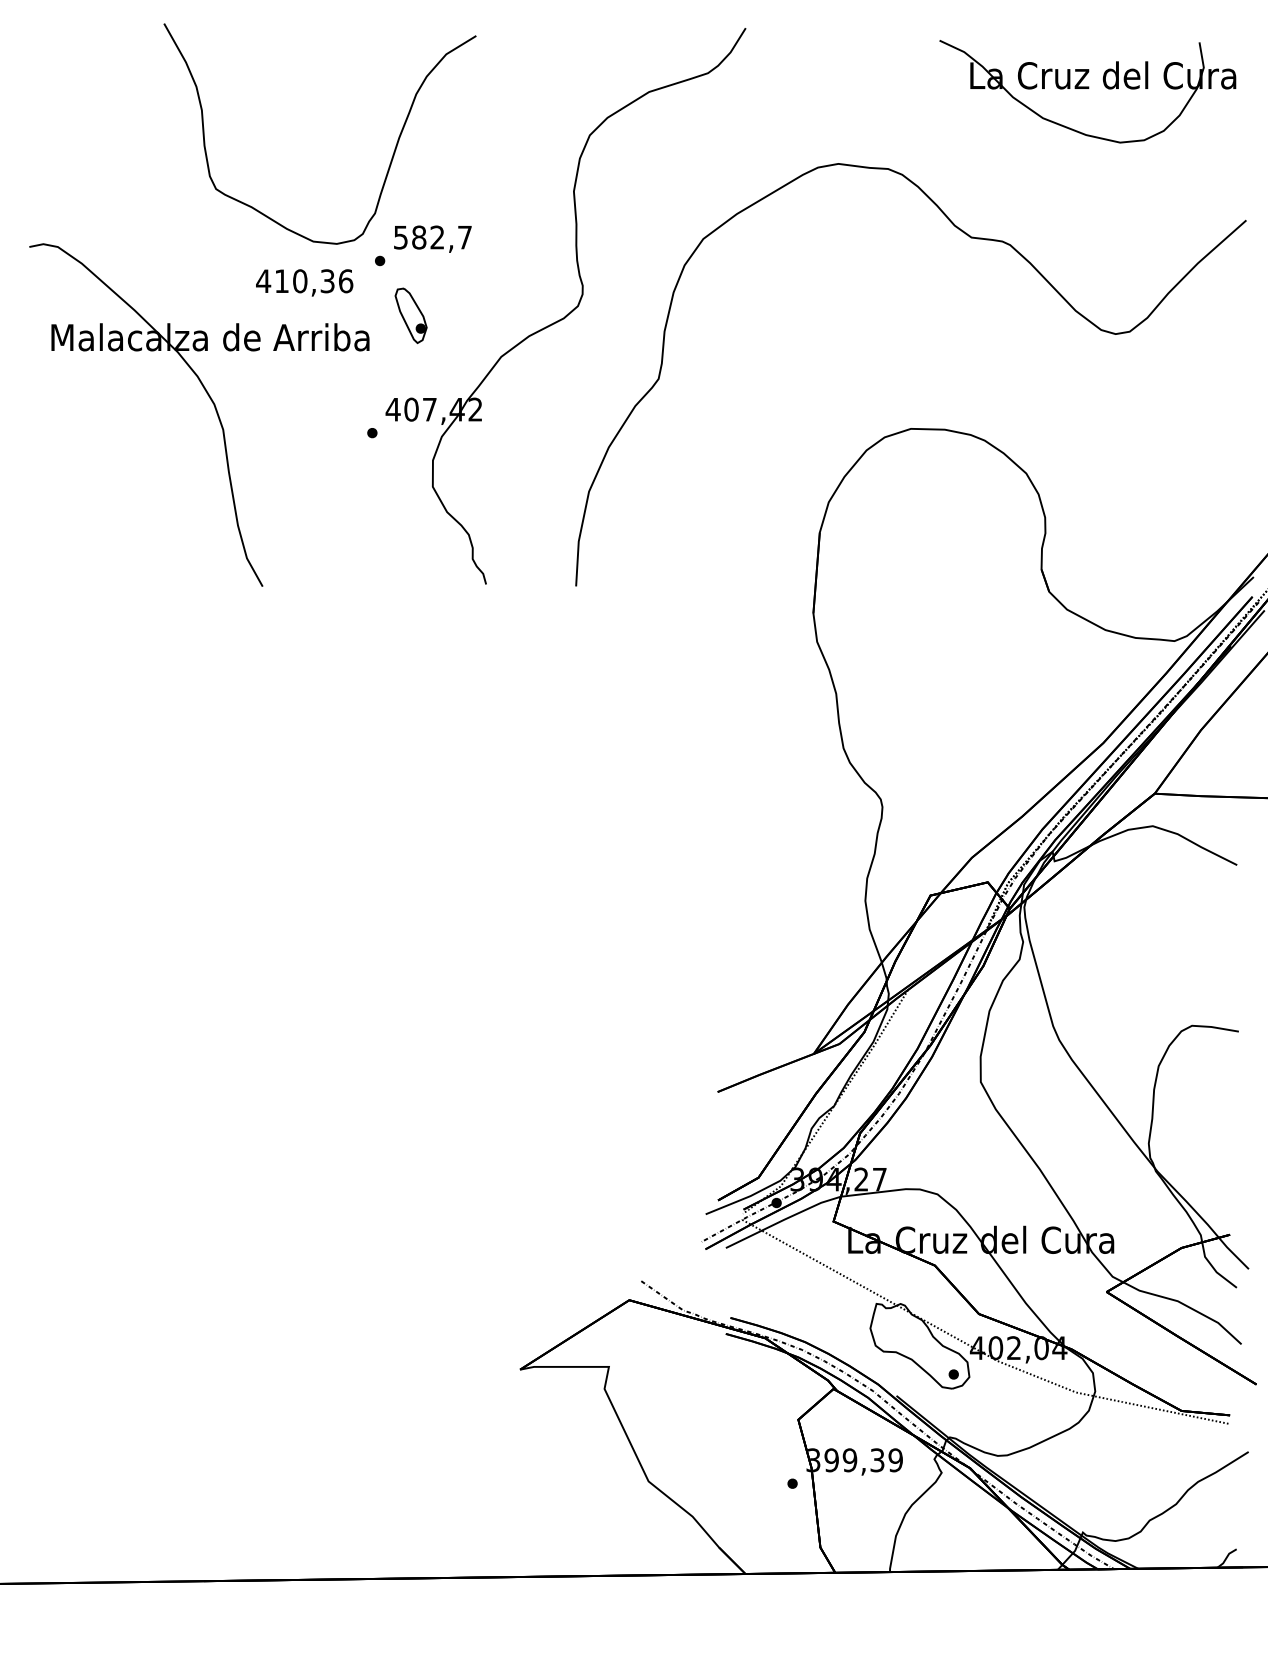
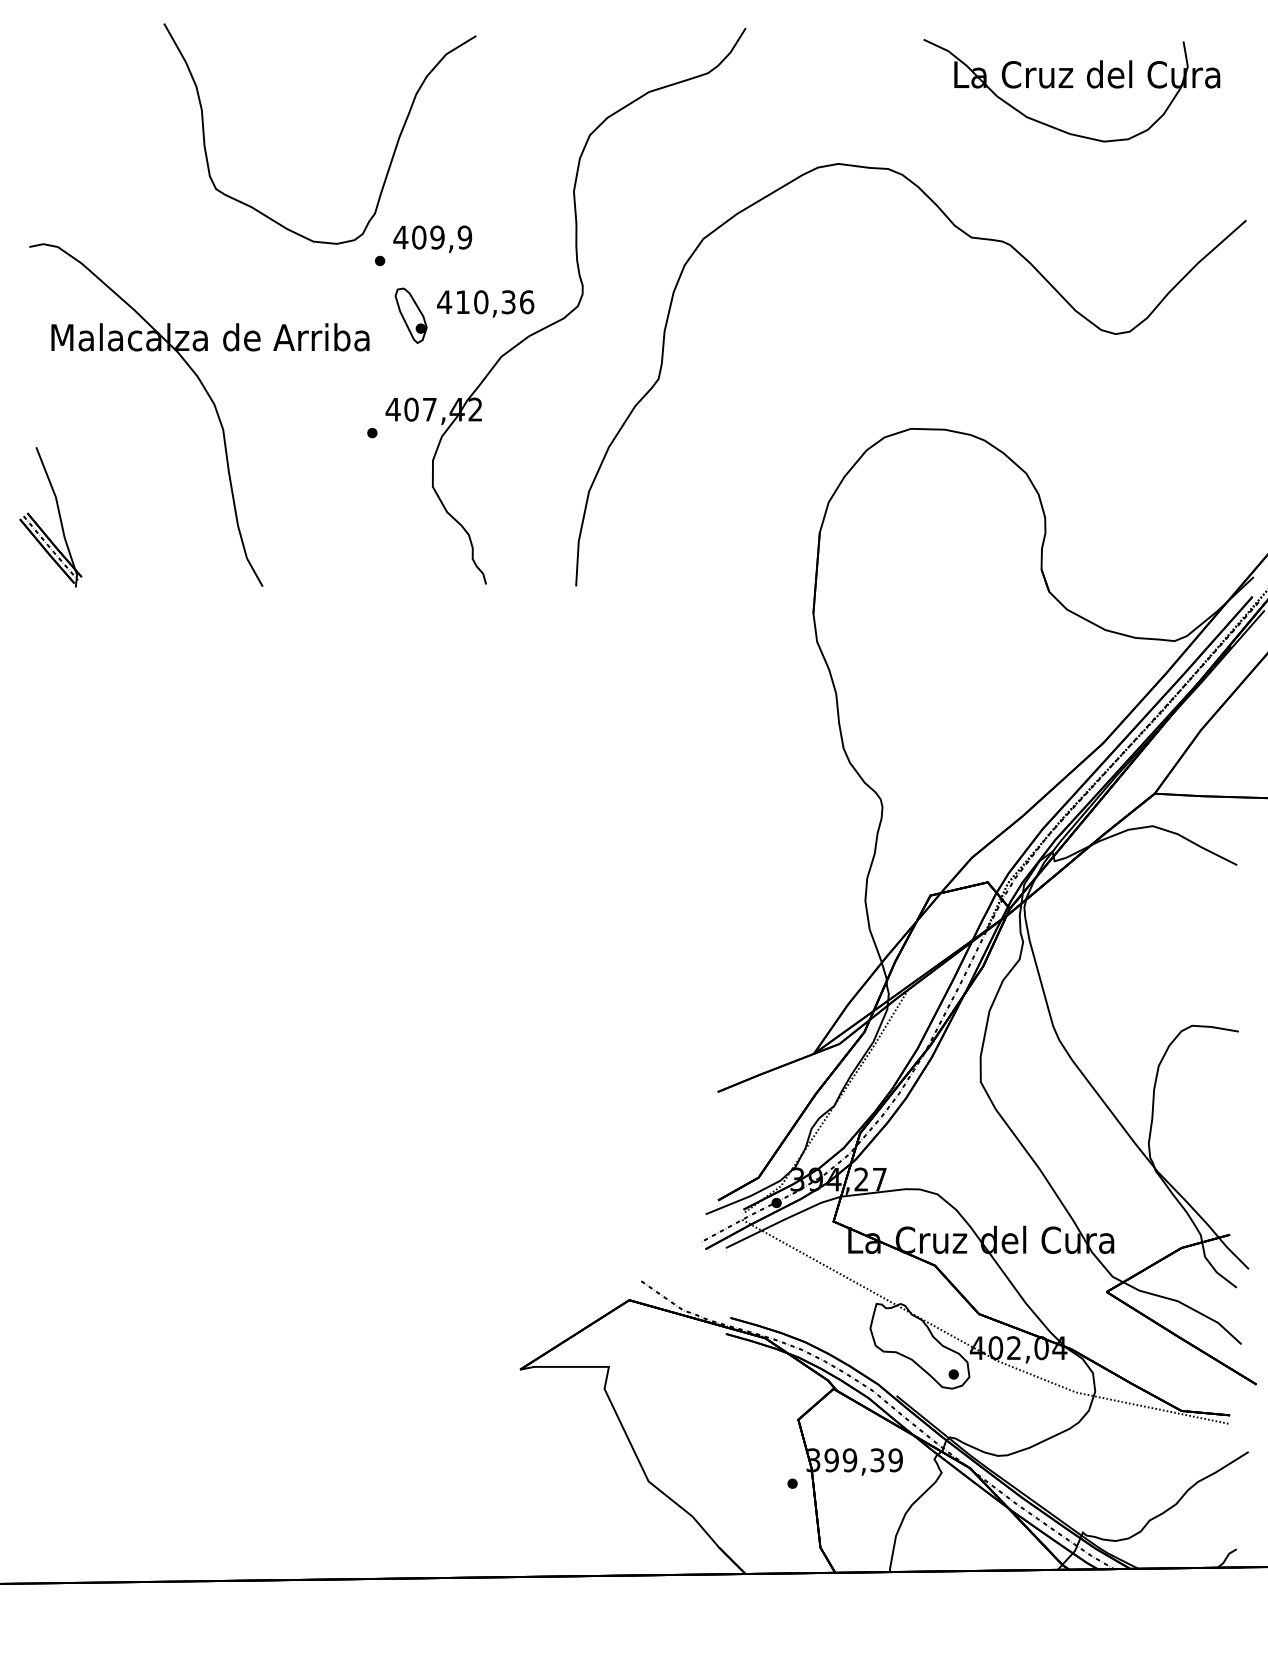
part at (1087, 91) position: (1087, 91) -> (1071, 90)
text at (432, 237): 582,7 -> 409,9
text at (304, 282) position: (304, 282) -> (485, 303)
part at (58, 514): none -> present
